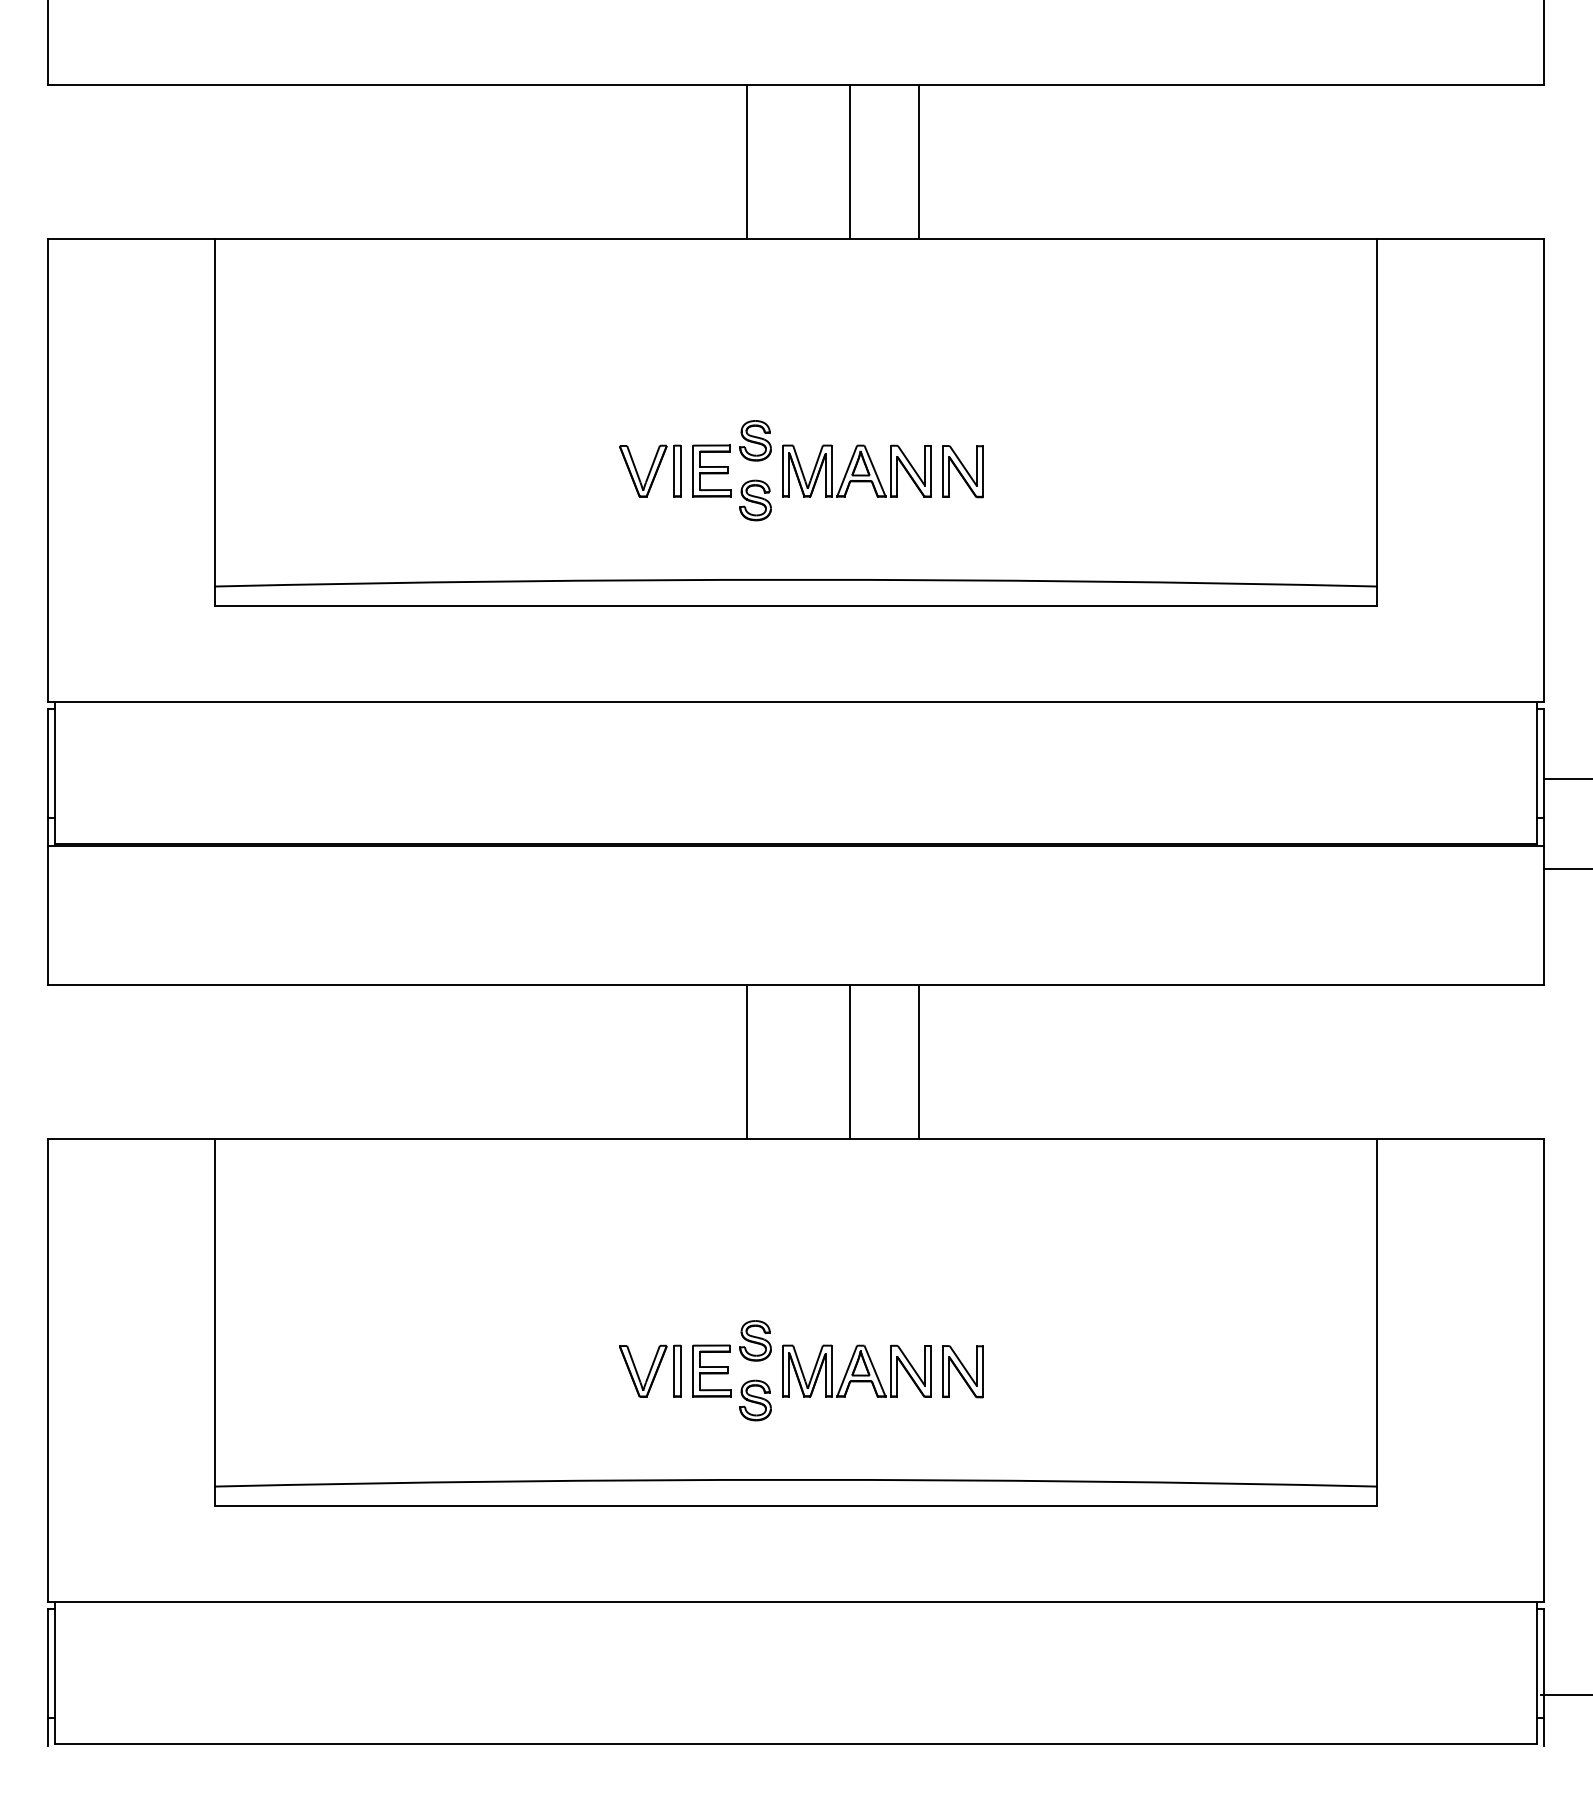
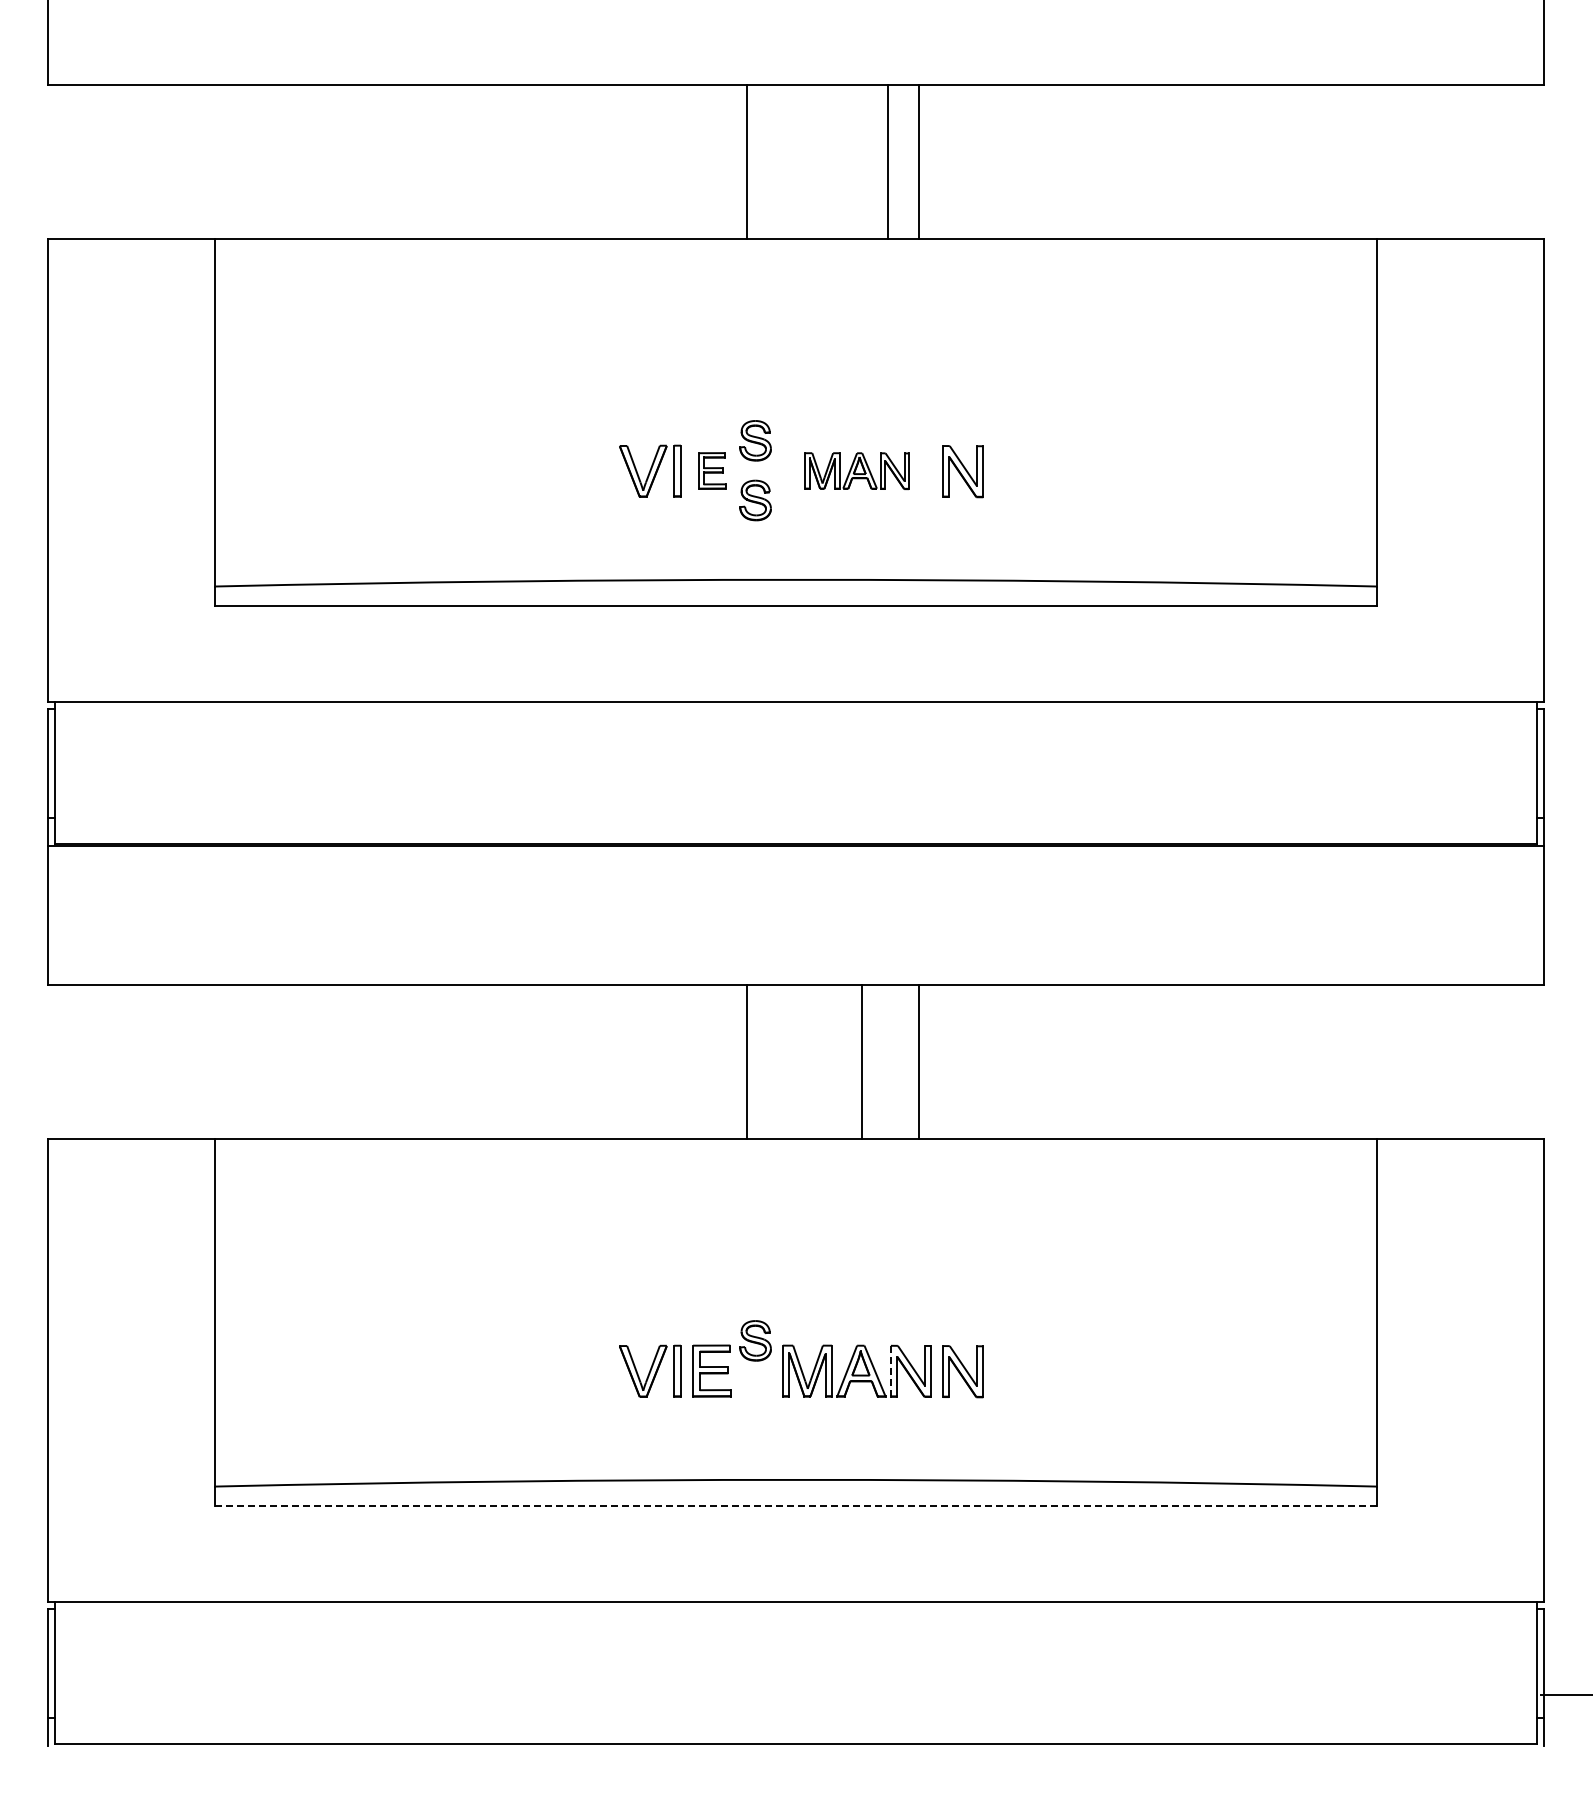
line at (849, 162) position: (849, 162) -> (887, 162)
part at (711, 470) size: 40x54 px -> 29x38 px
part at (856, 470) size: 150x54 px -> 106x39 px
line at (1566, 778): present -> none
line at (1566, 868): present -> none
line at (849, 1062) position: (849, 1062) -> (861, 1062)
line at (890, 1371): solid -> dashed
part at (755, 1400): present -> none
line at (795, 1505): solid -> dashed
